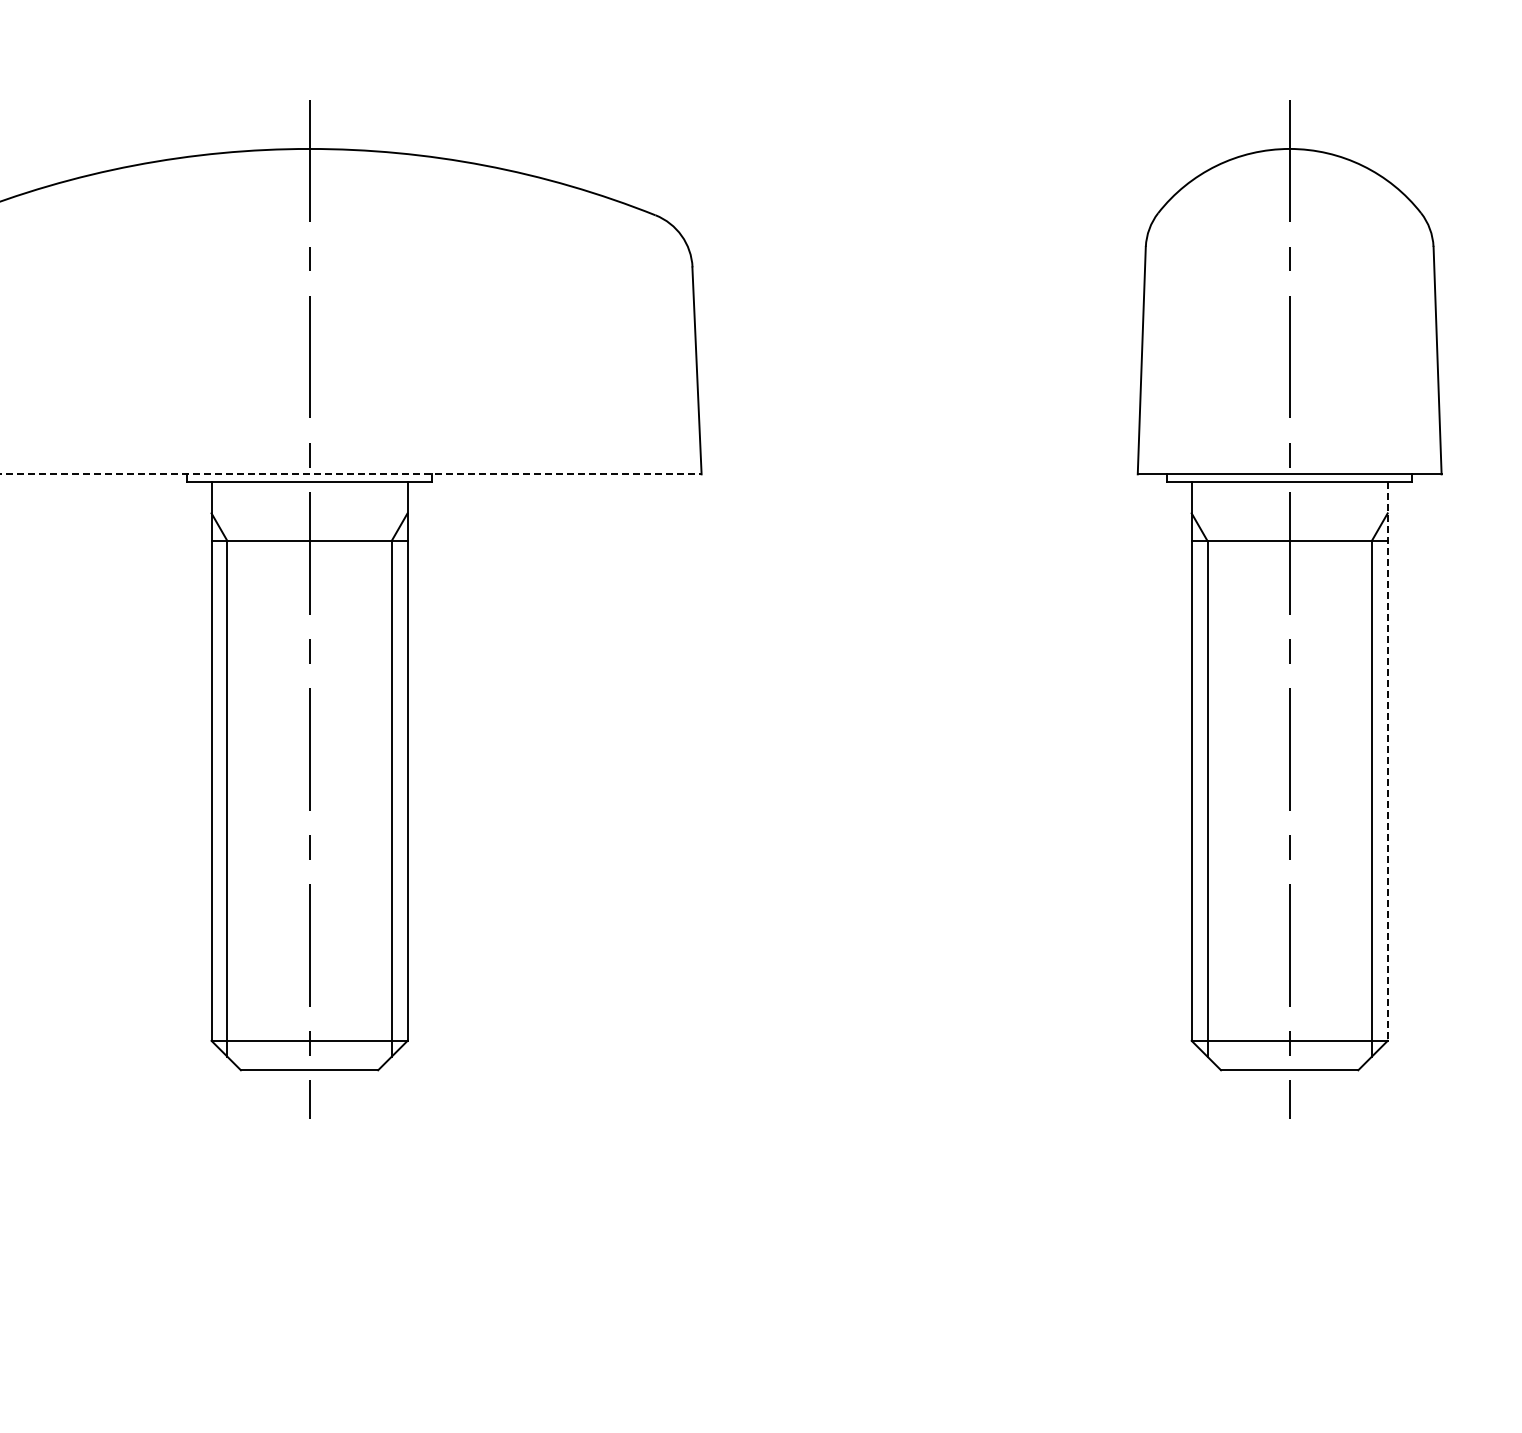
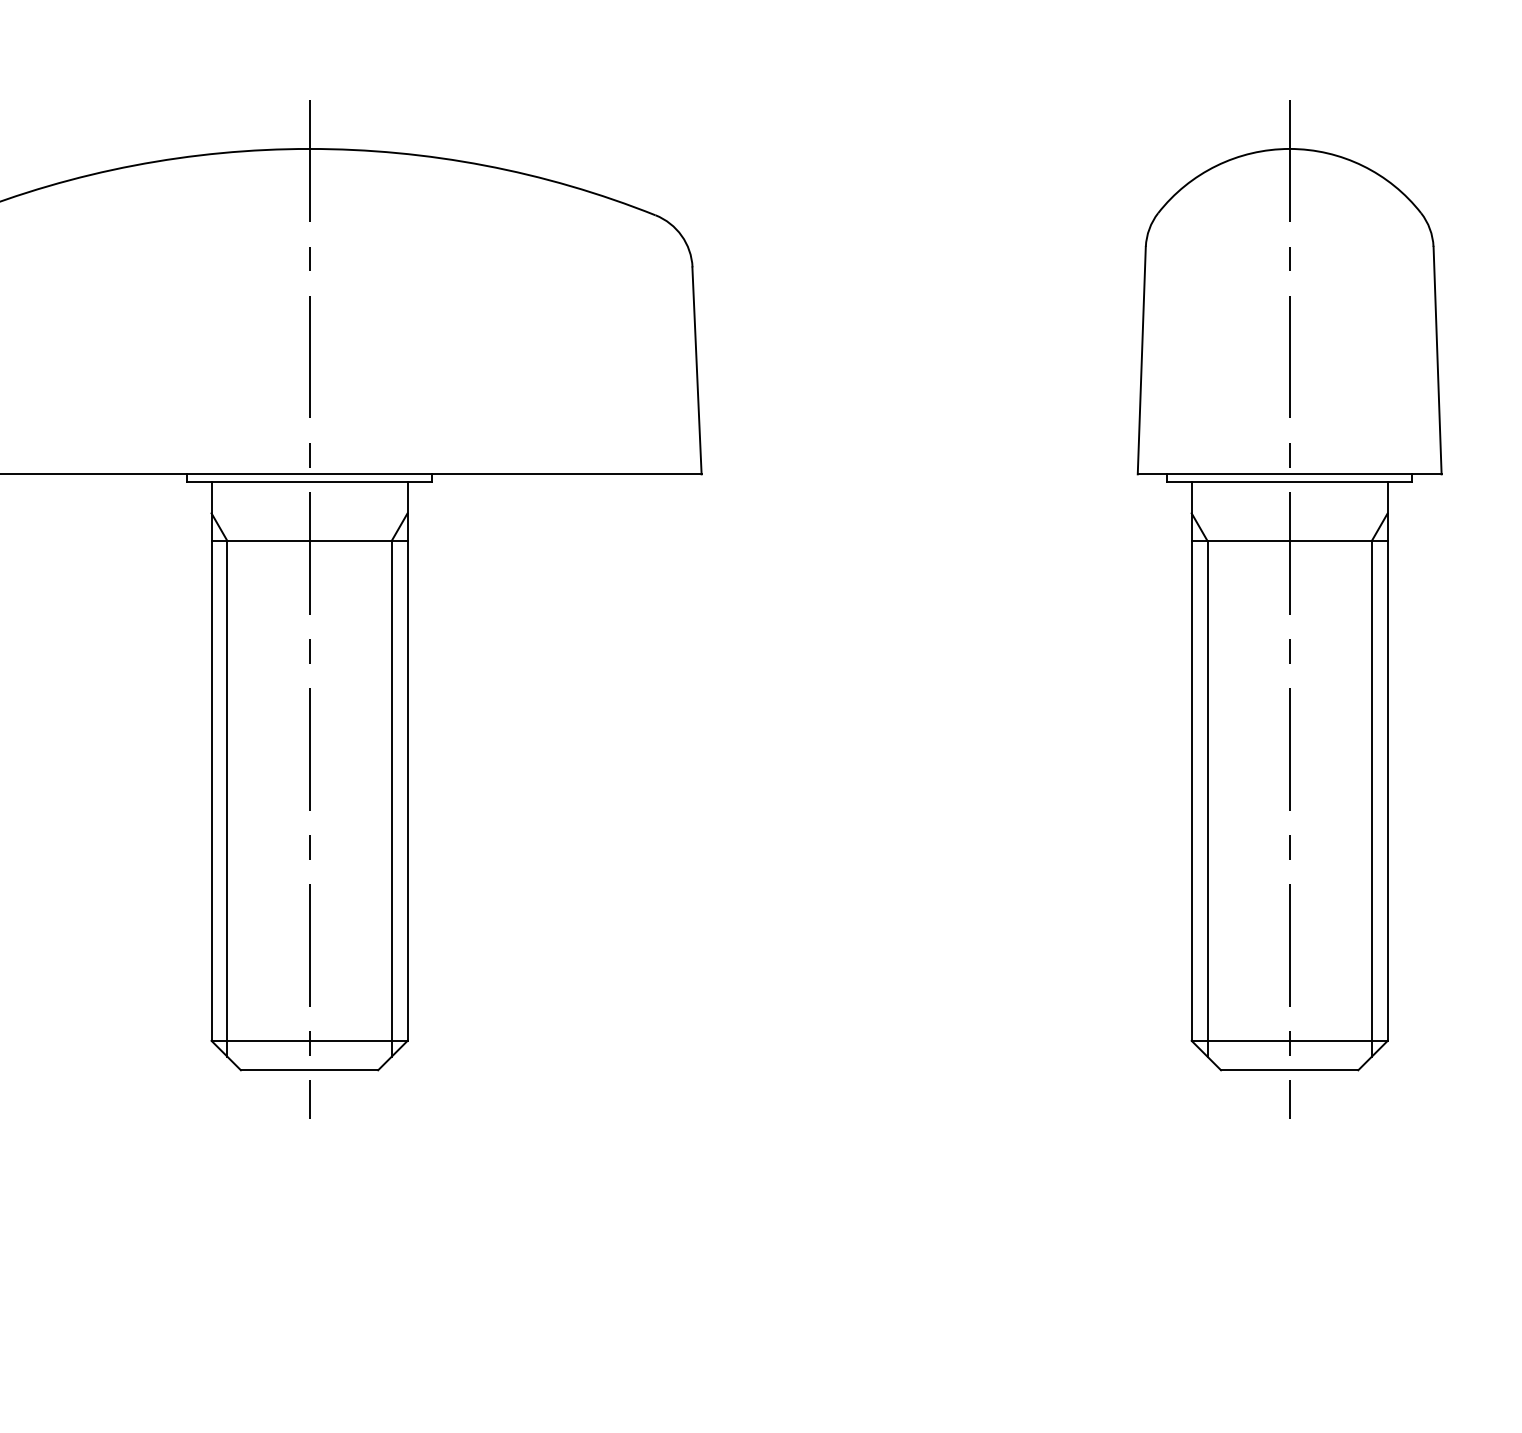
line at (351, 474): dashed -> solid
line at (1387, 762): dashed -> solid
